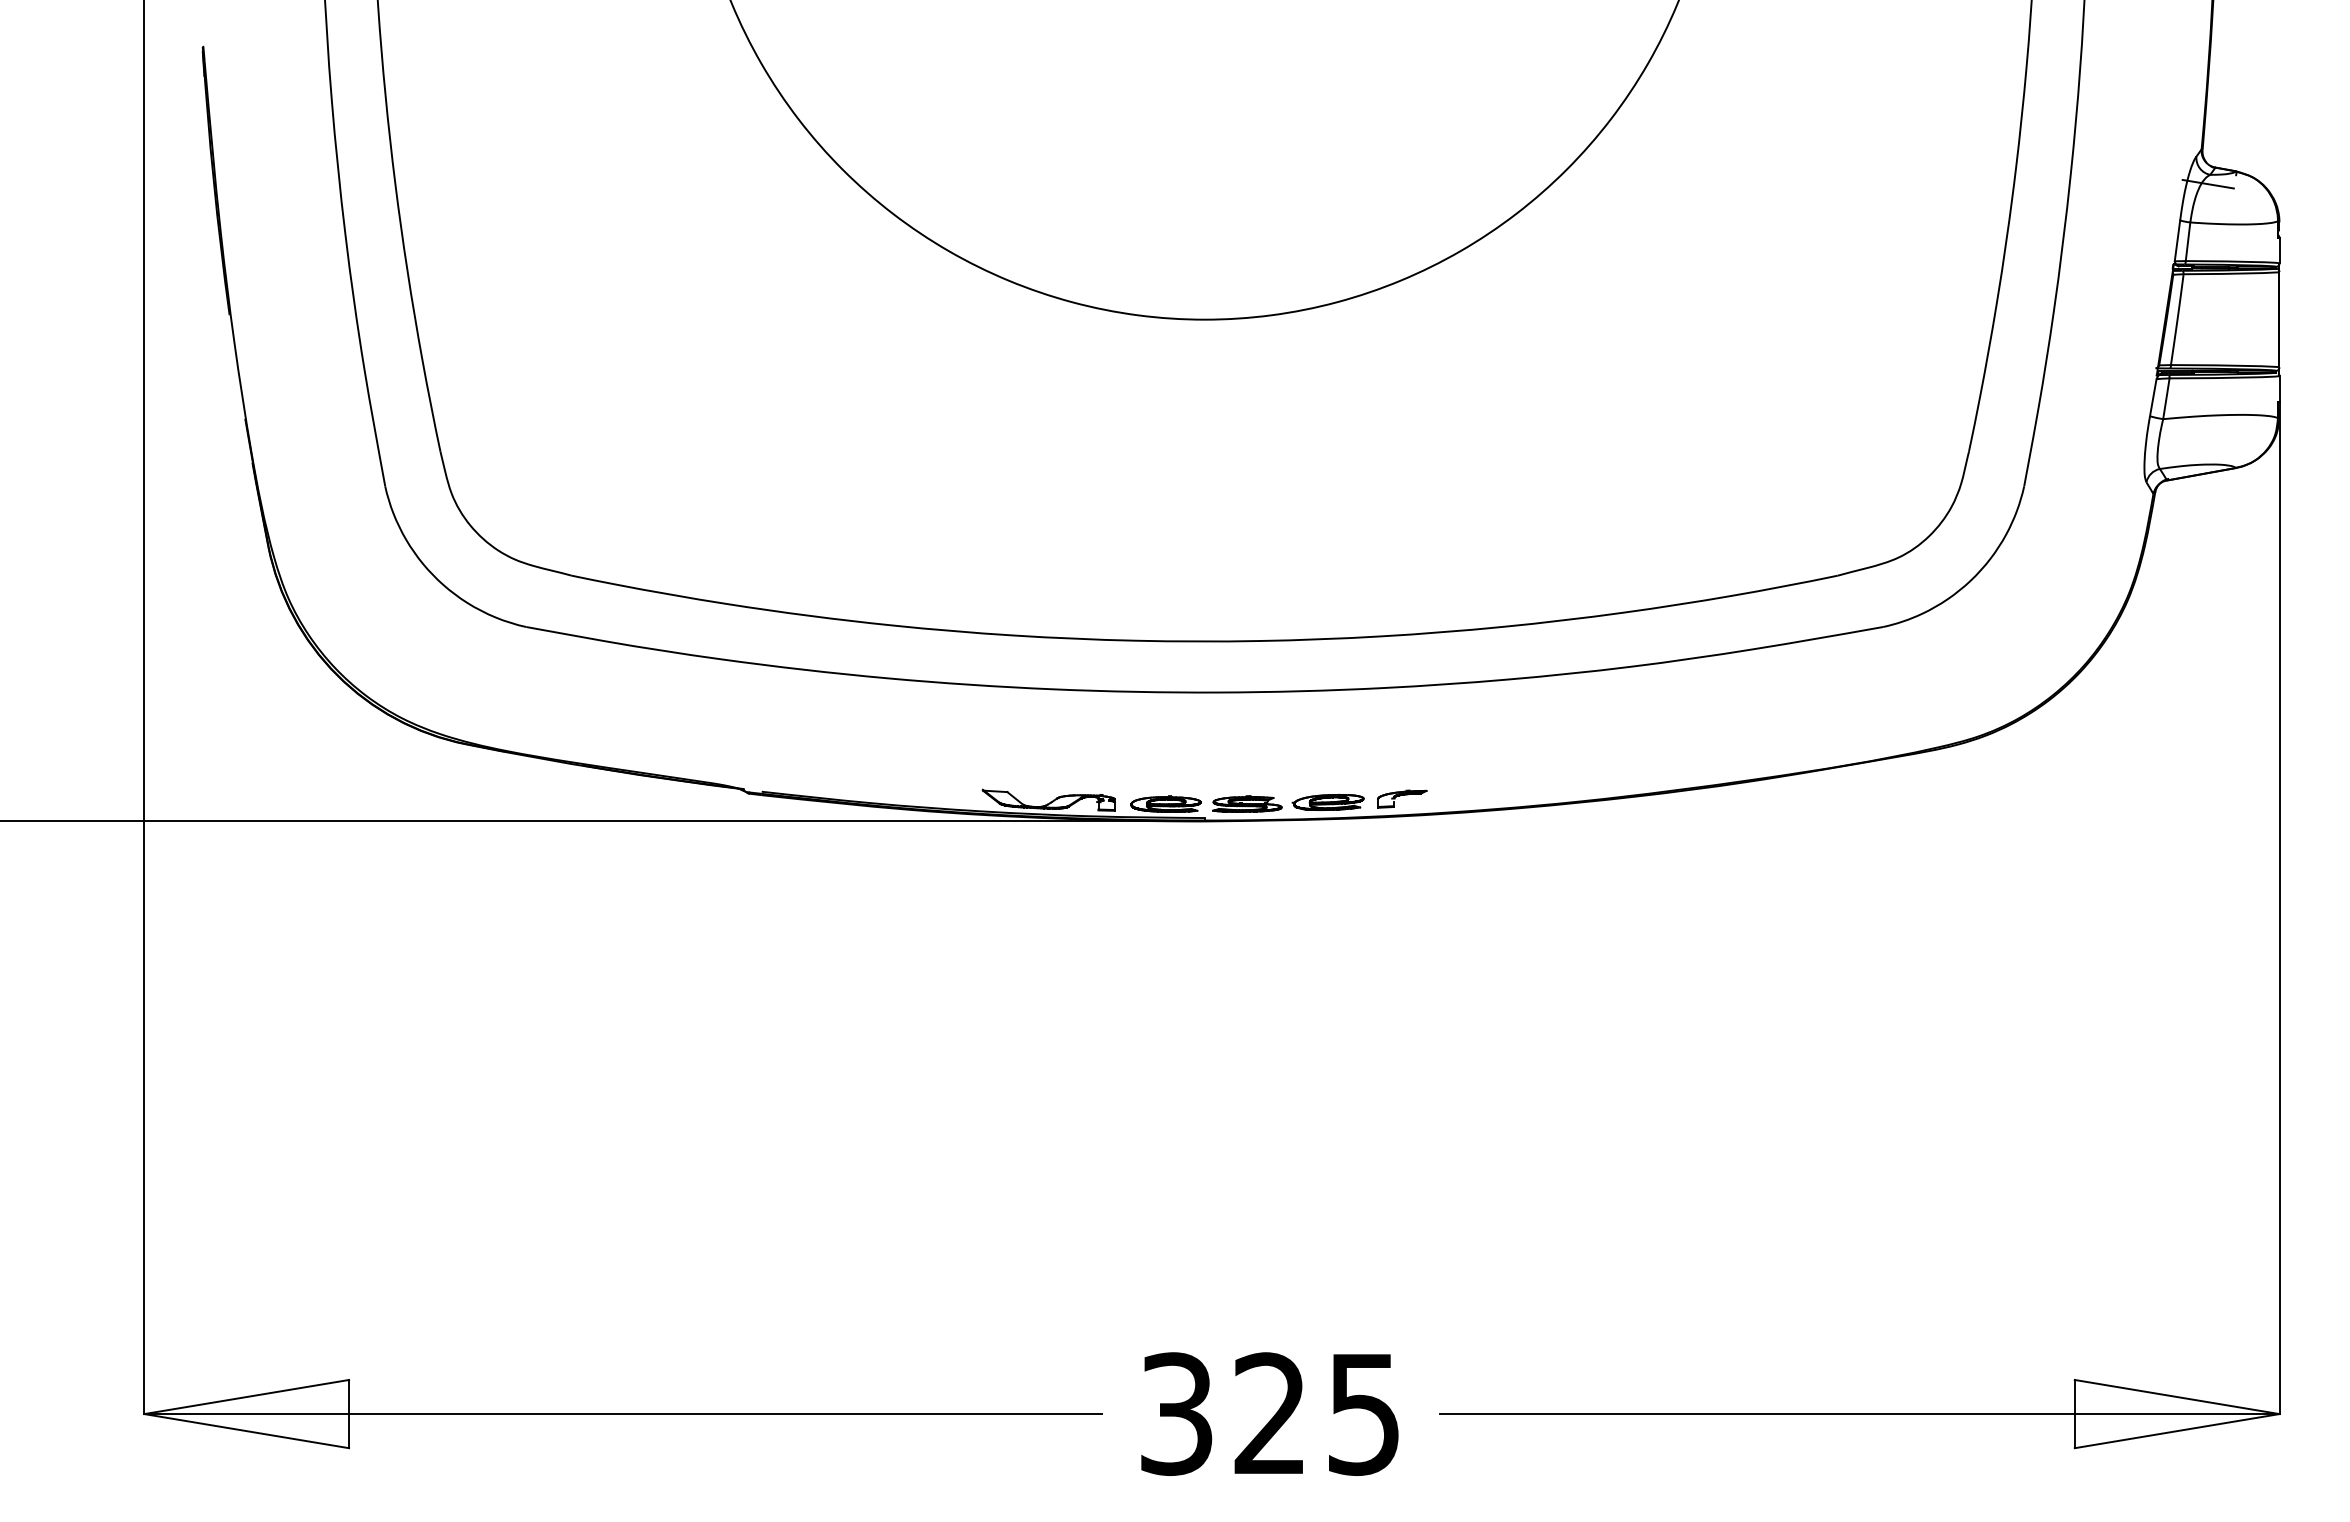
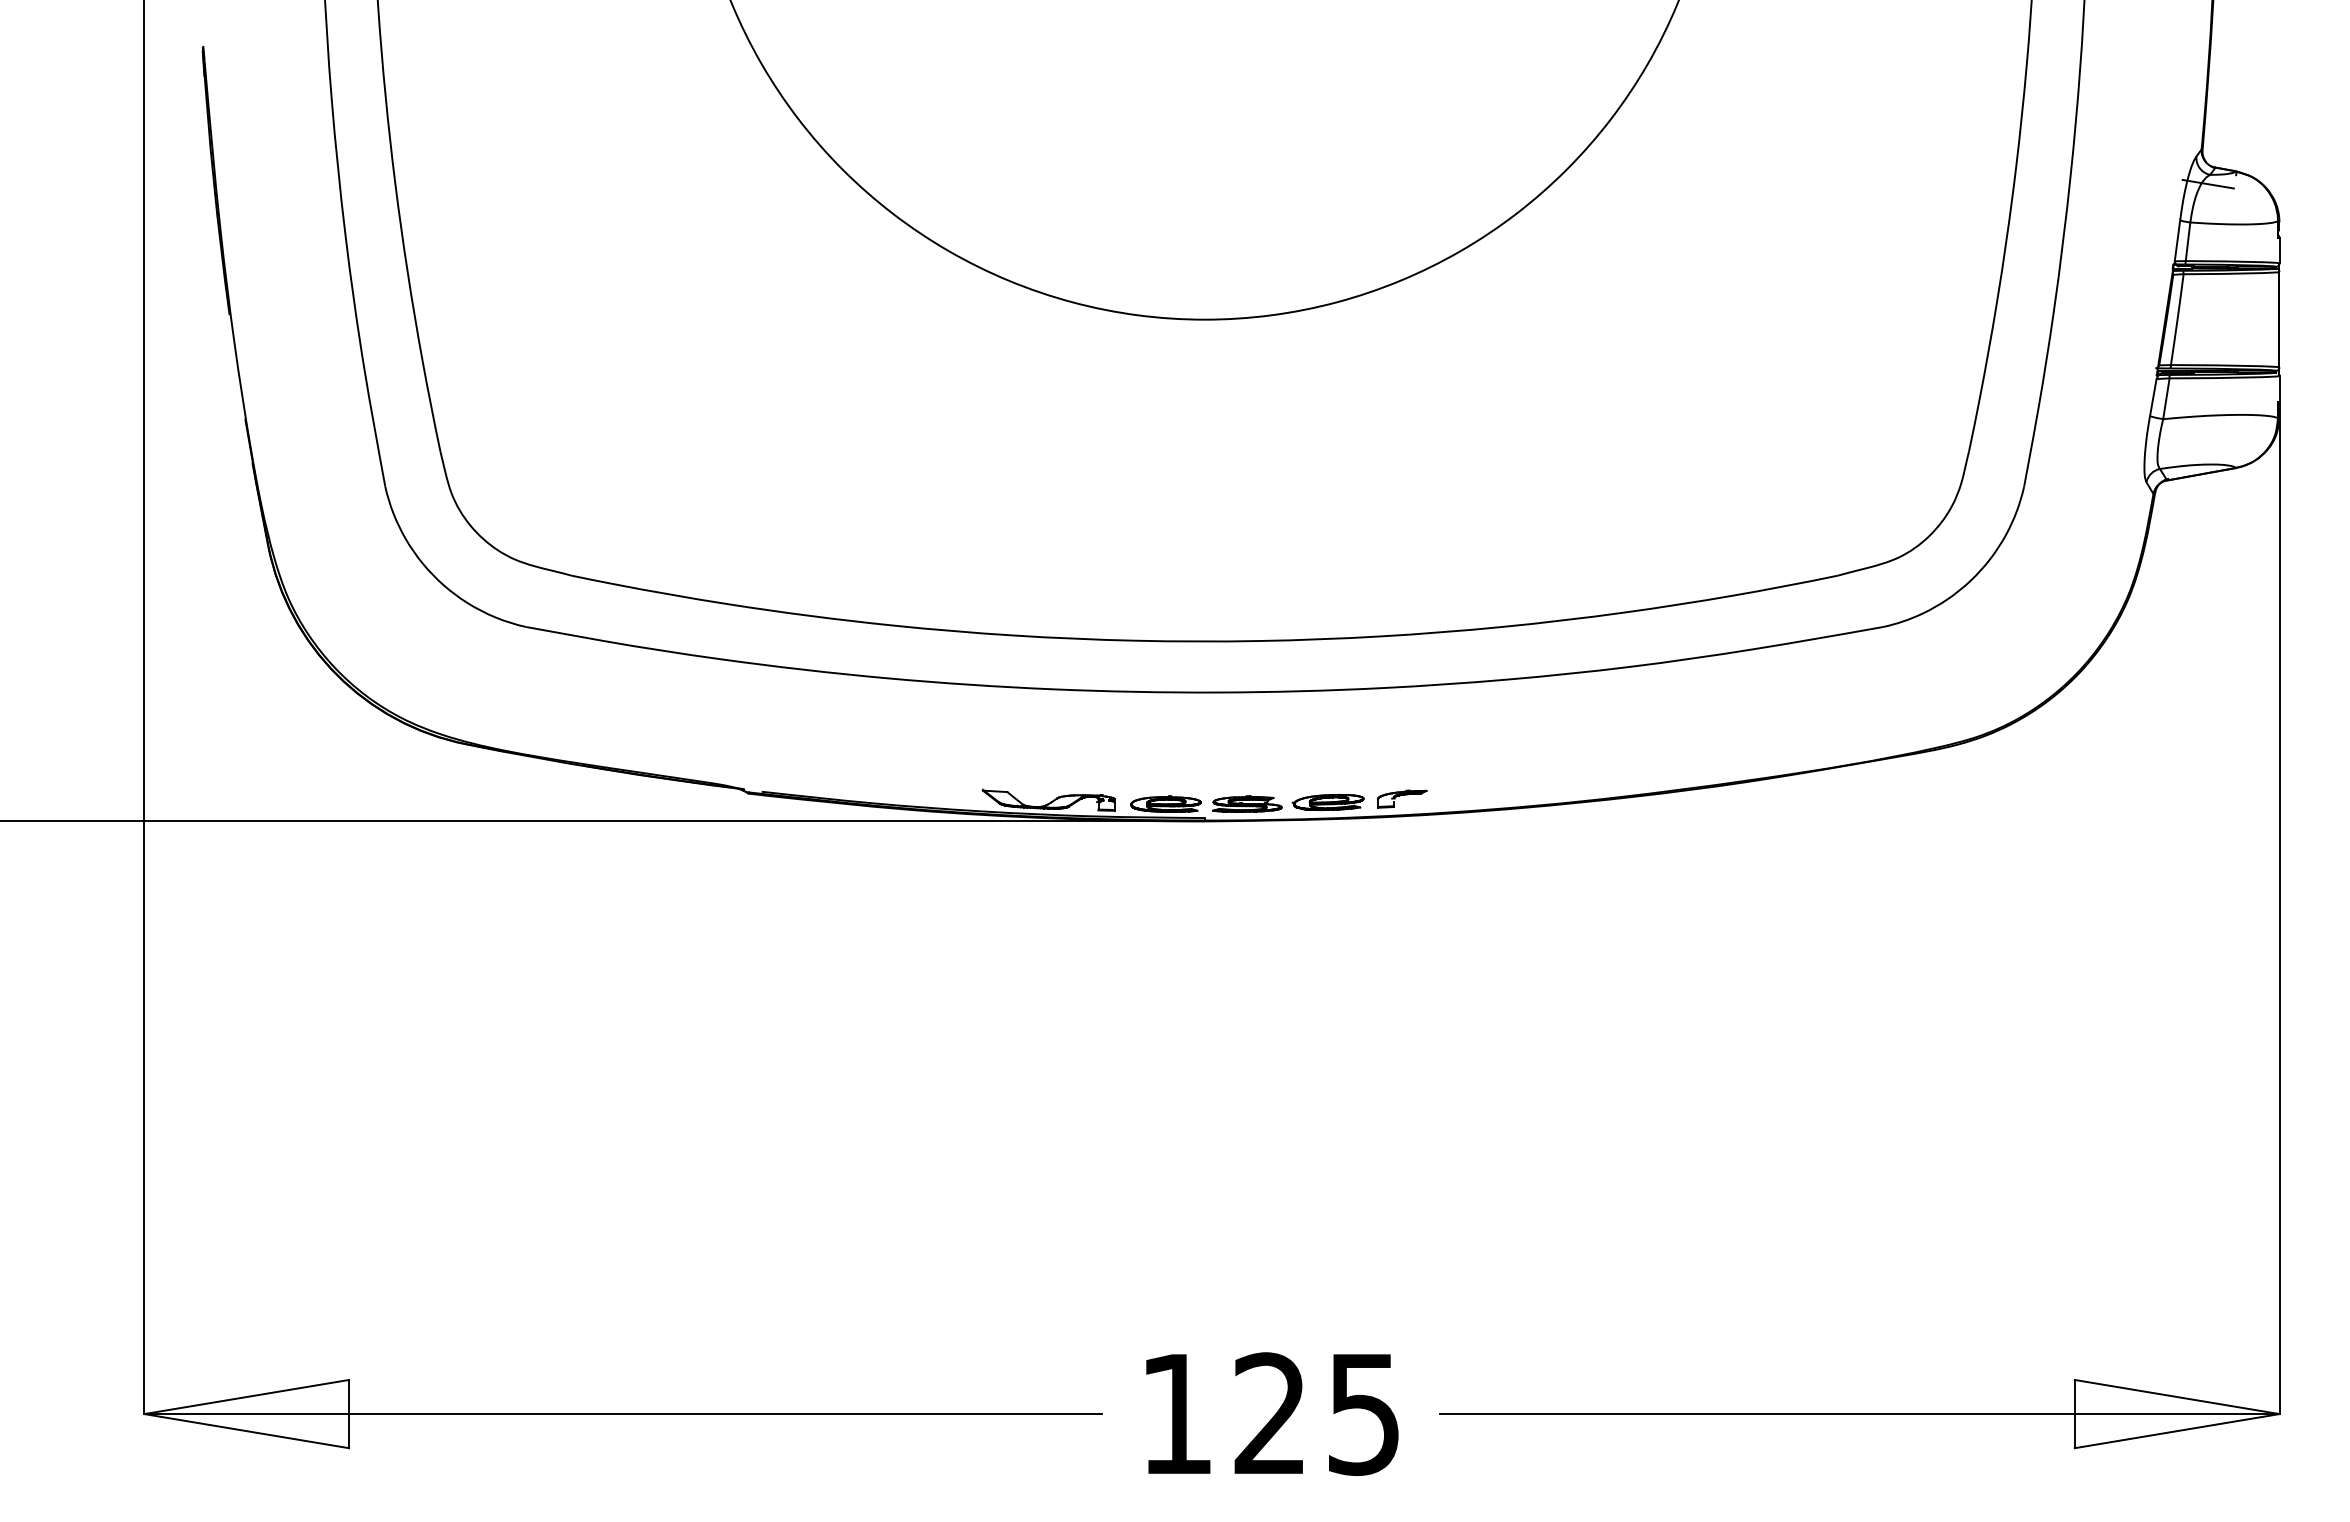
text at (1176, 1414): 325 -> 125
